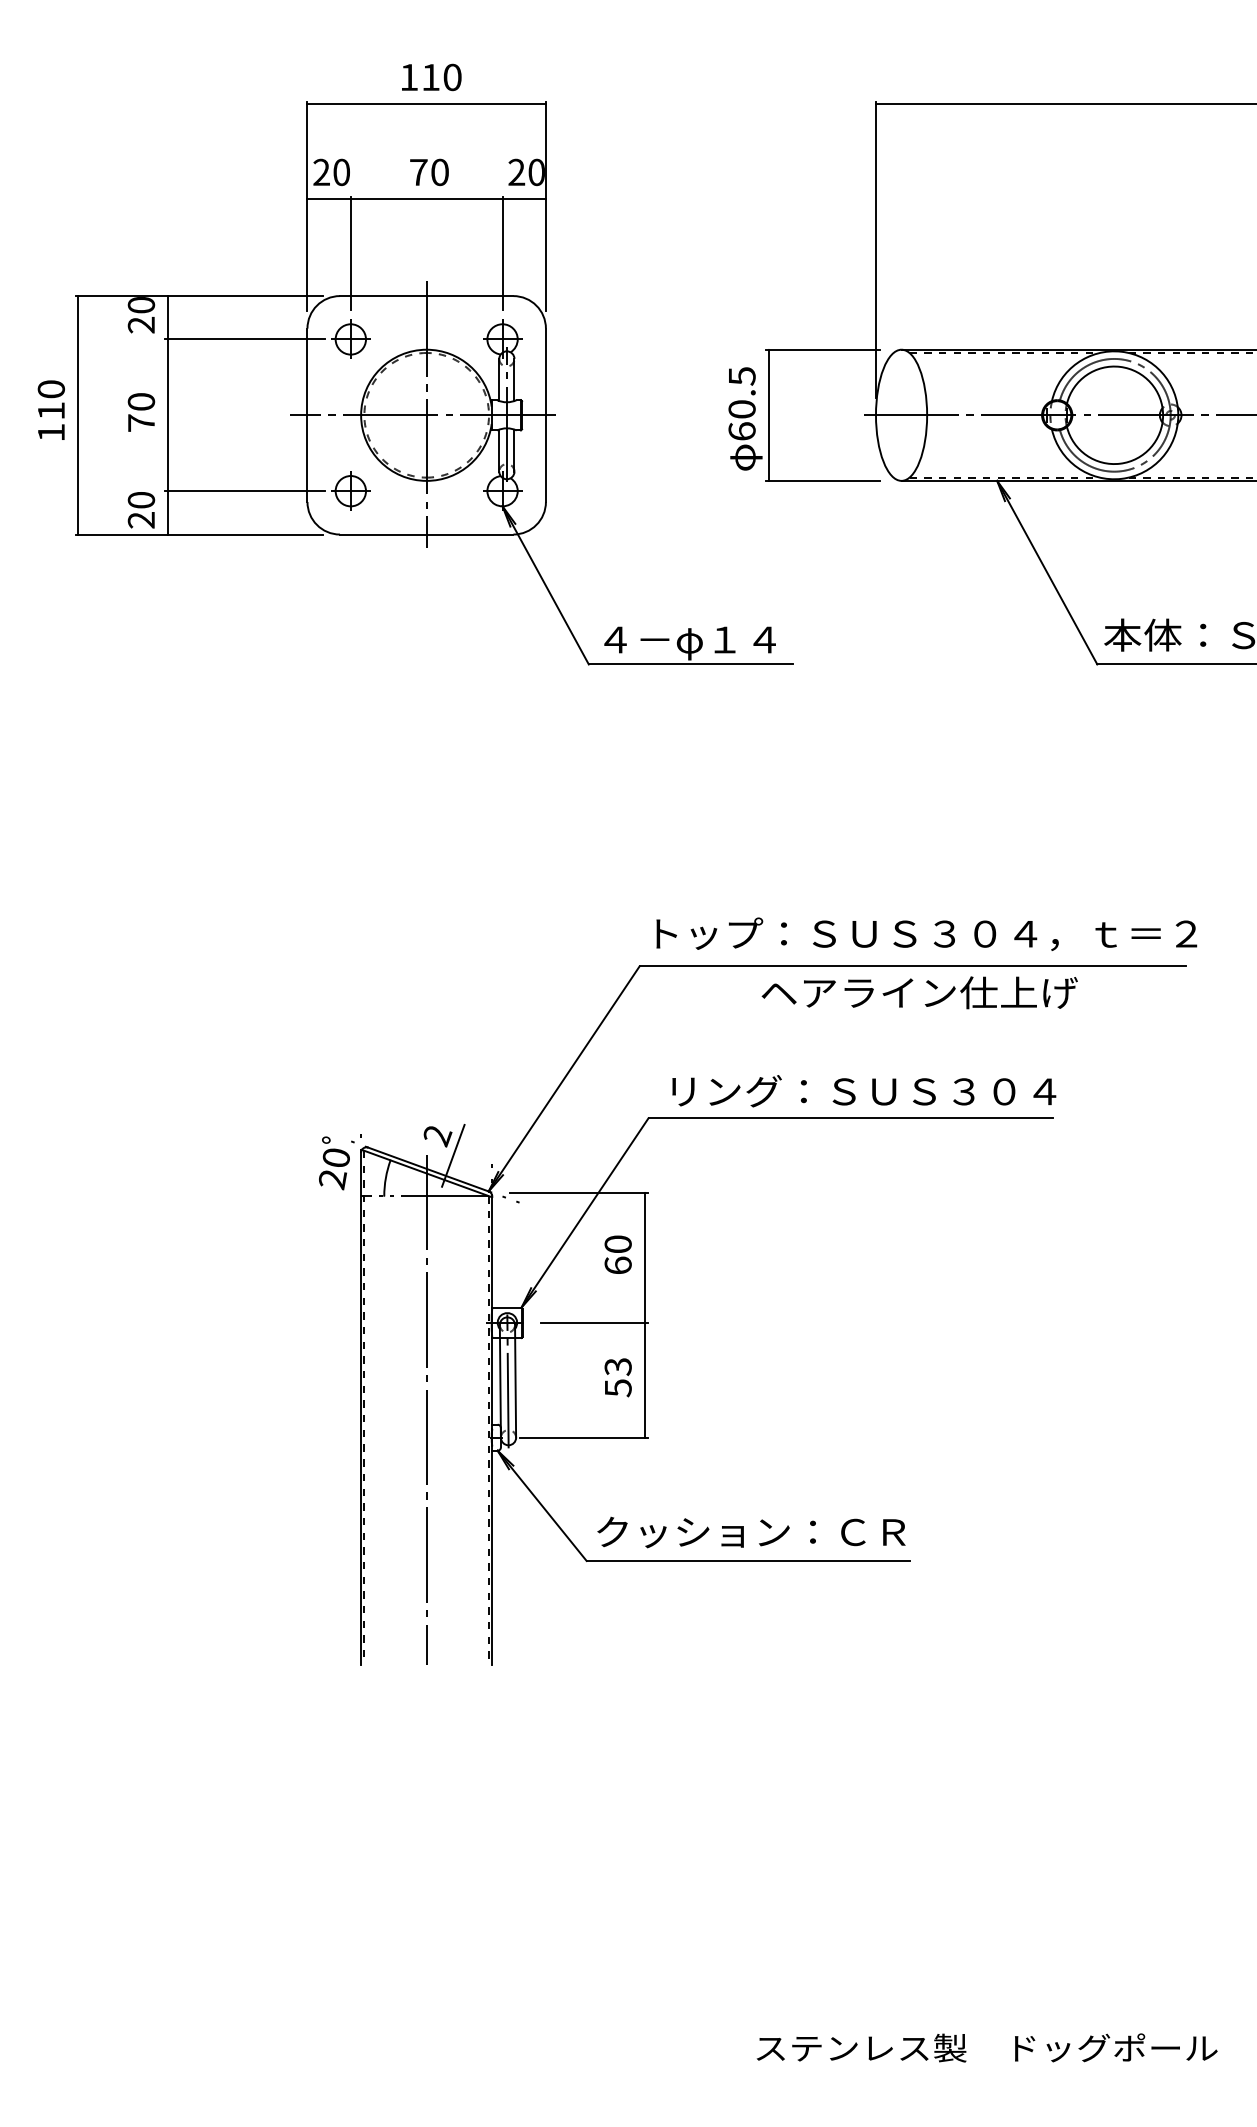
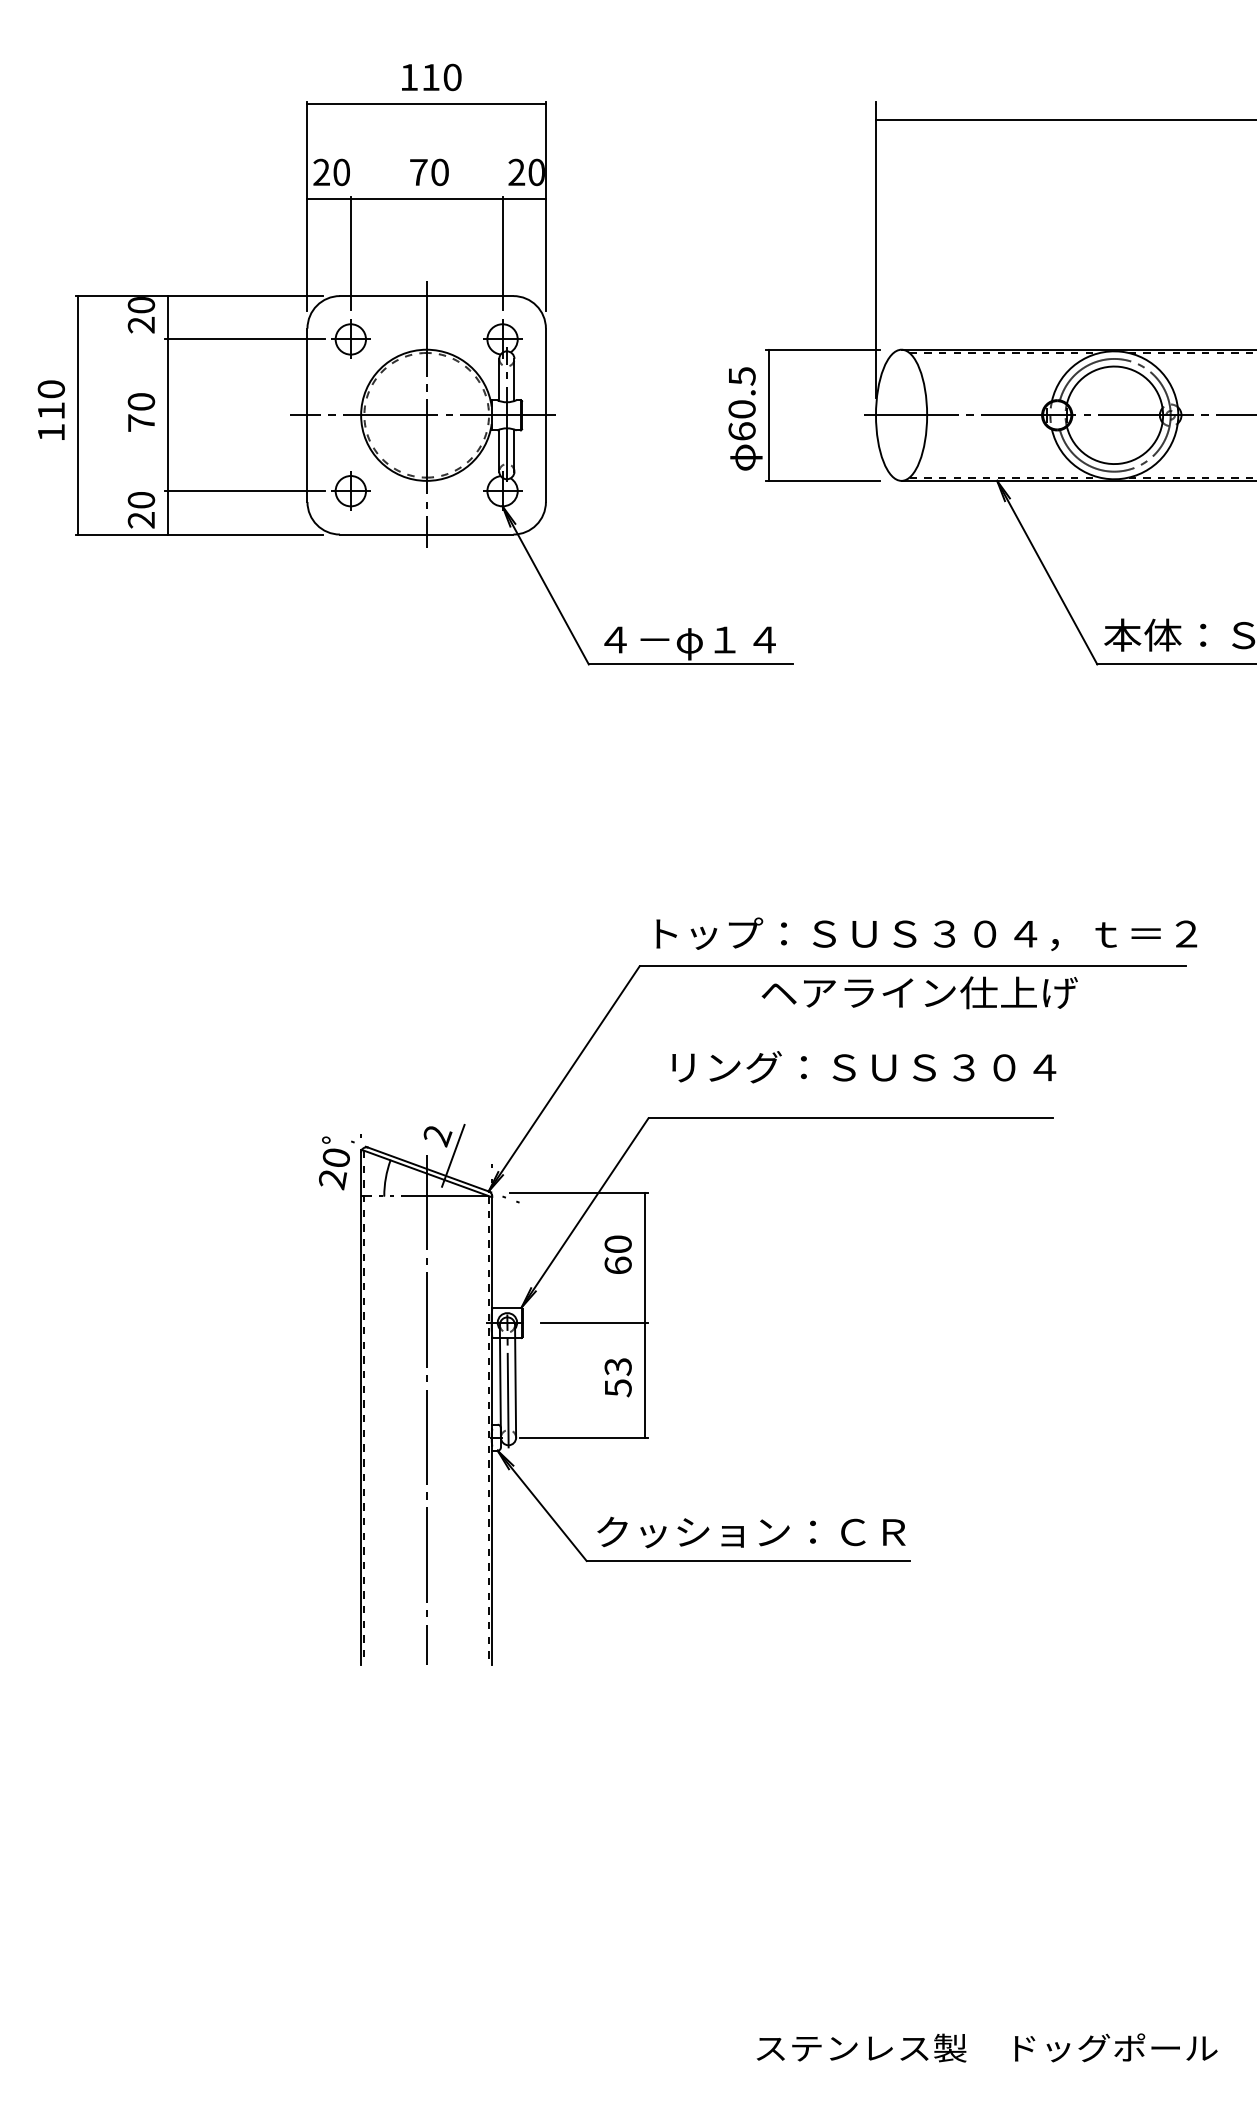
line at (1064, 104) position: (1064, 104) -> (1064, 120)
text at (864, 1091) position: (864, 1091) -> (864, 1067)
